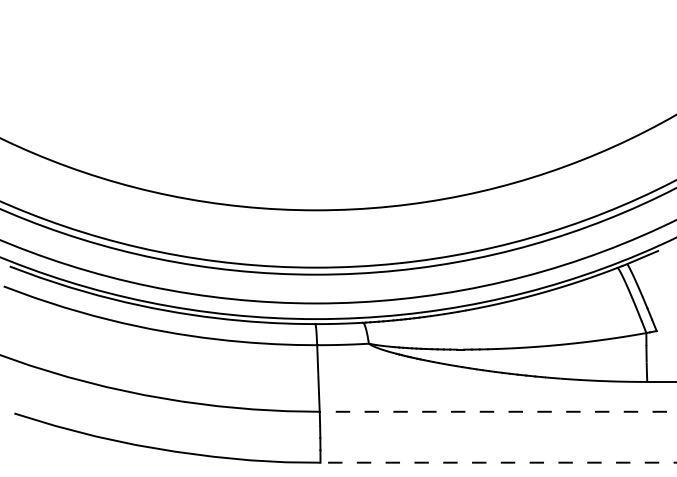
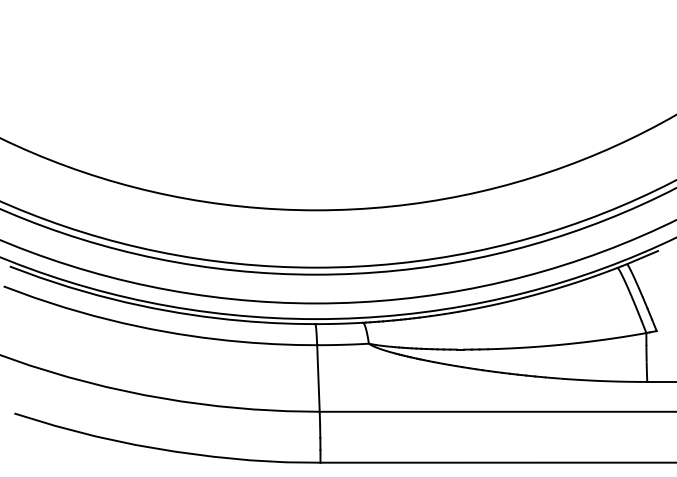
line at (497, 411): dashed -> solid
line at (498, 462): dashed -> solid
